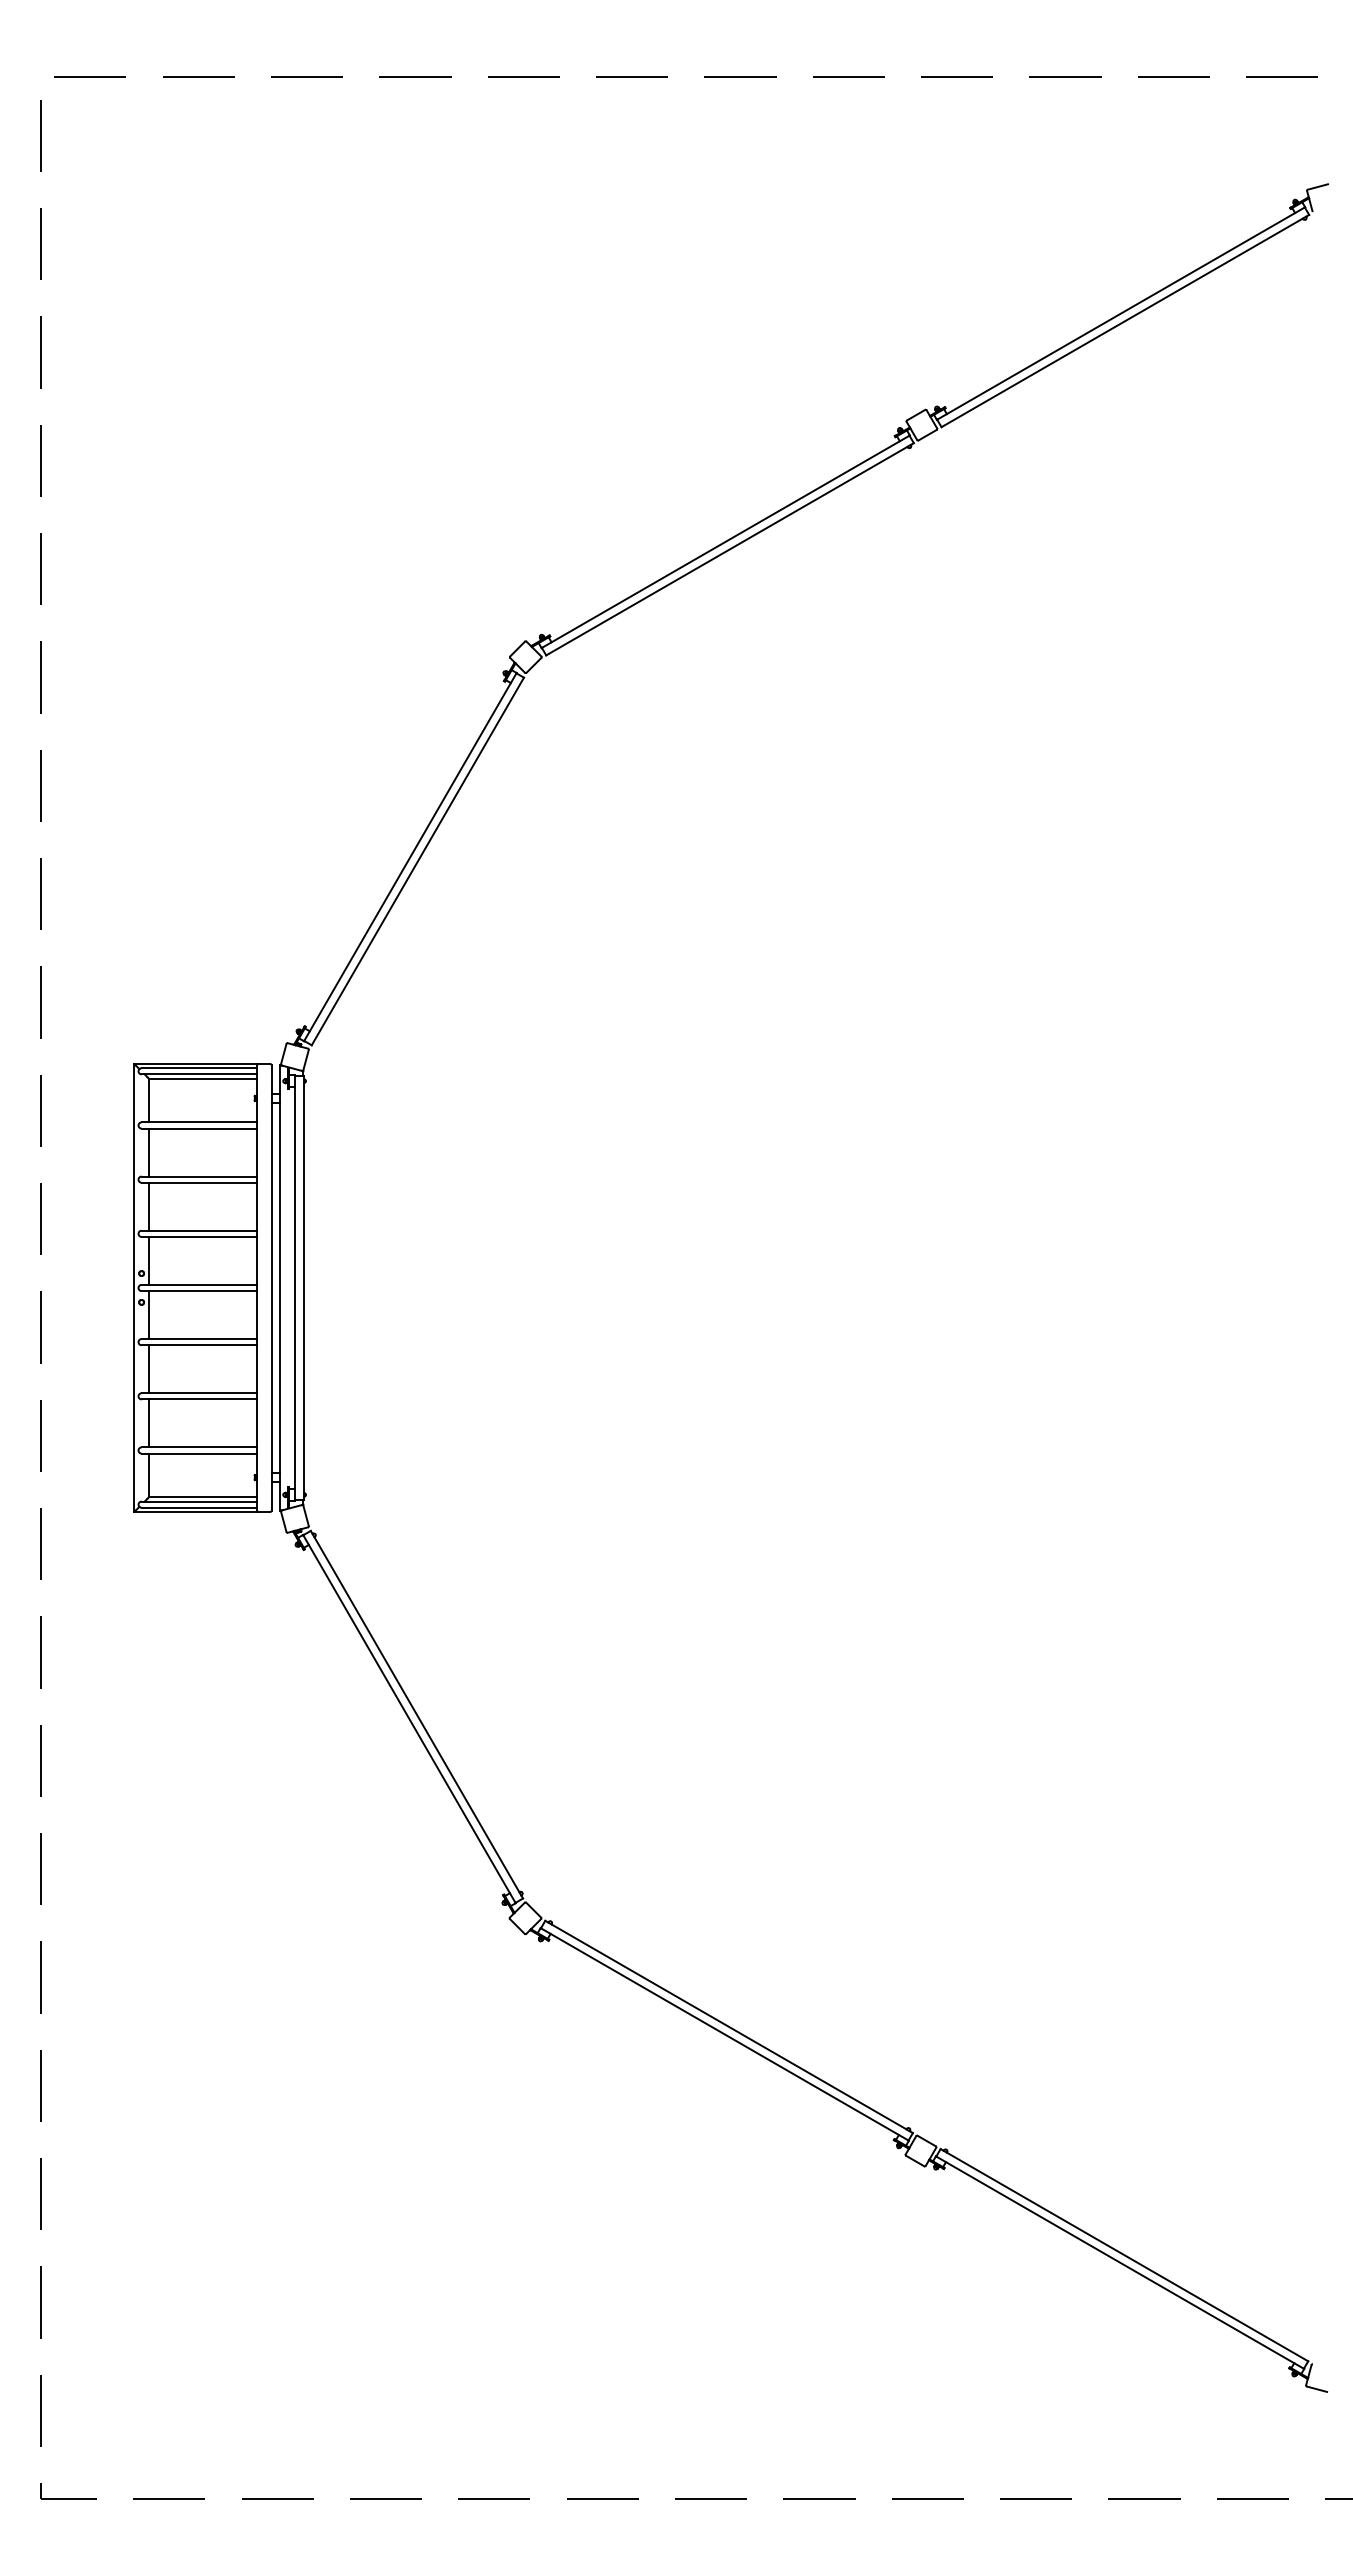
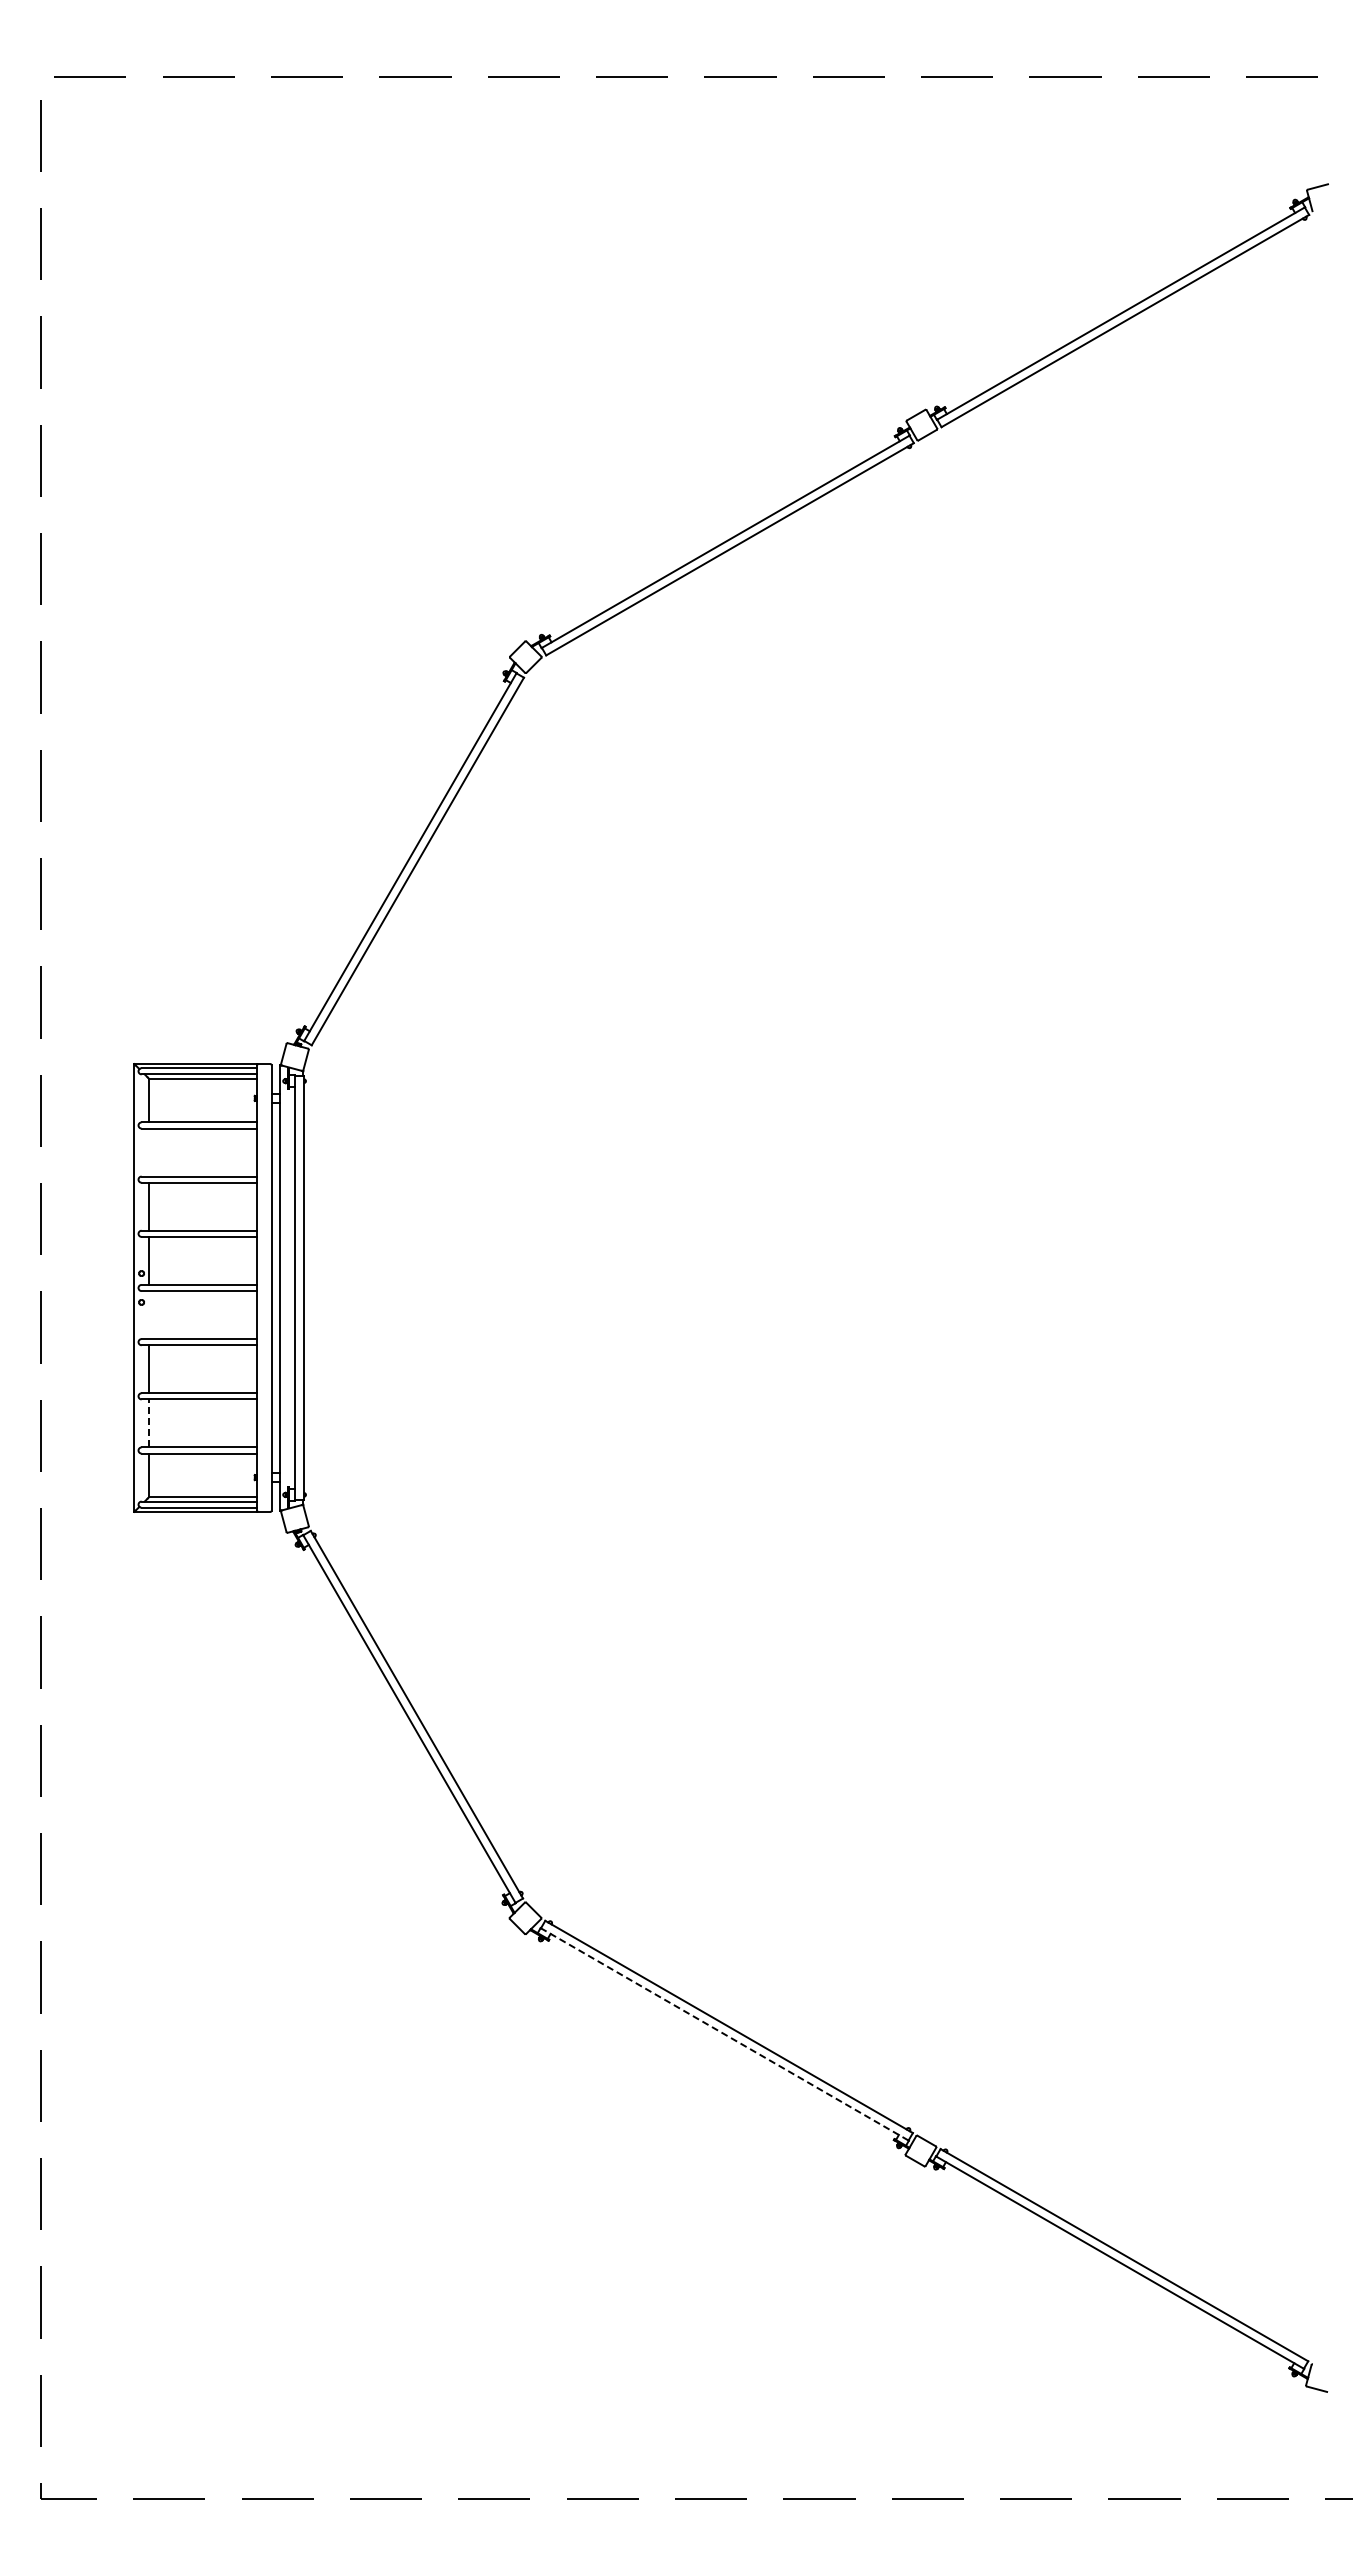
line at (148, 1152): present -> none
line at (148, 1315): present -> none
line at (148, 1422): solid -> dashed
line at (724, 2034): solid -> dashed
